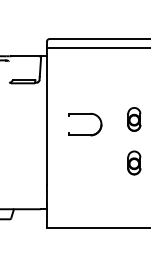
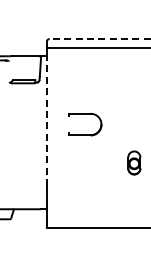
line at (99, 39): solid -> dashed
line at (46, 119): solid -> dashed
part at (134, 119): present -> none
